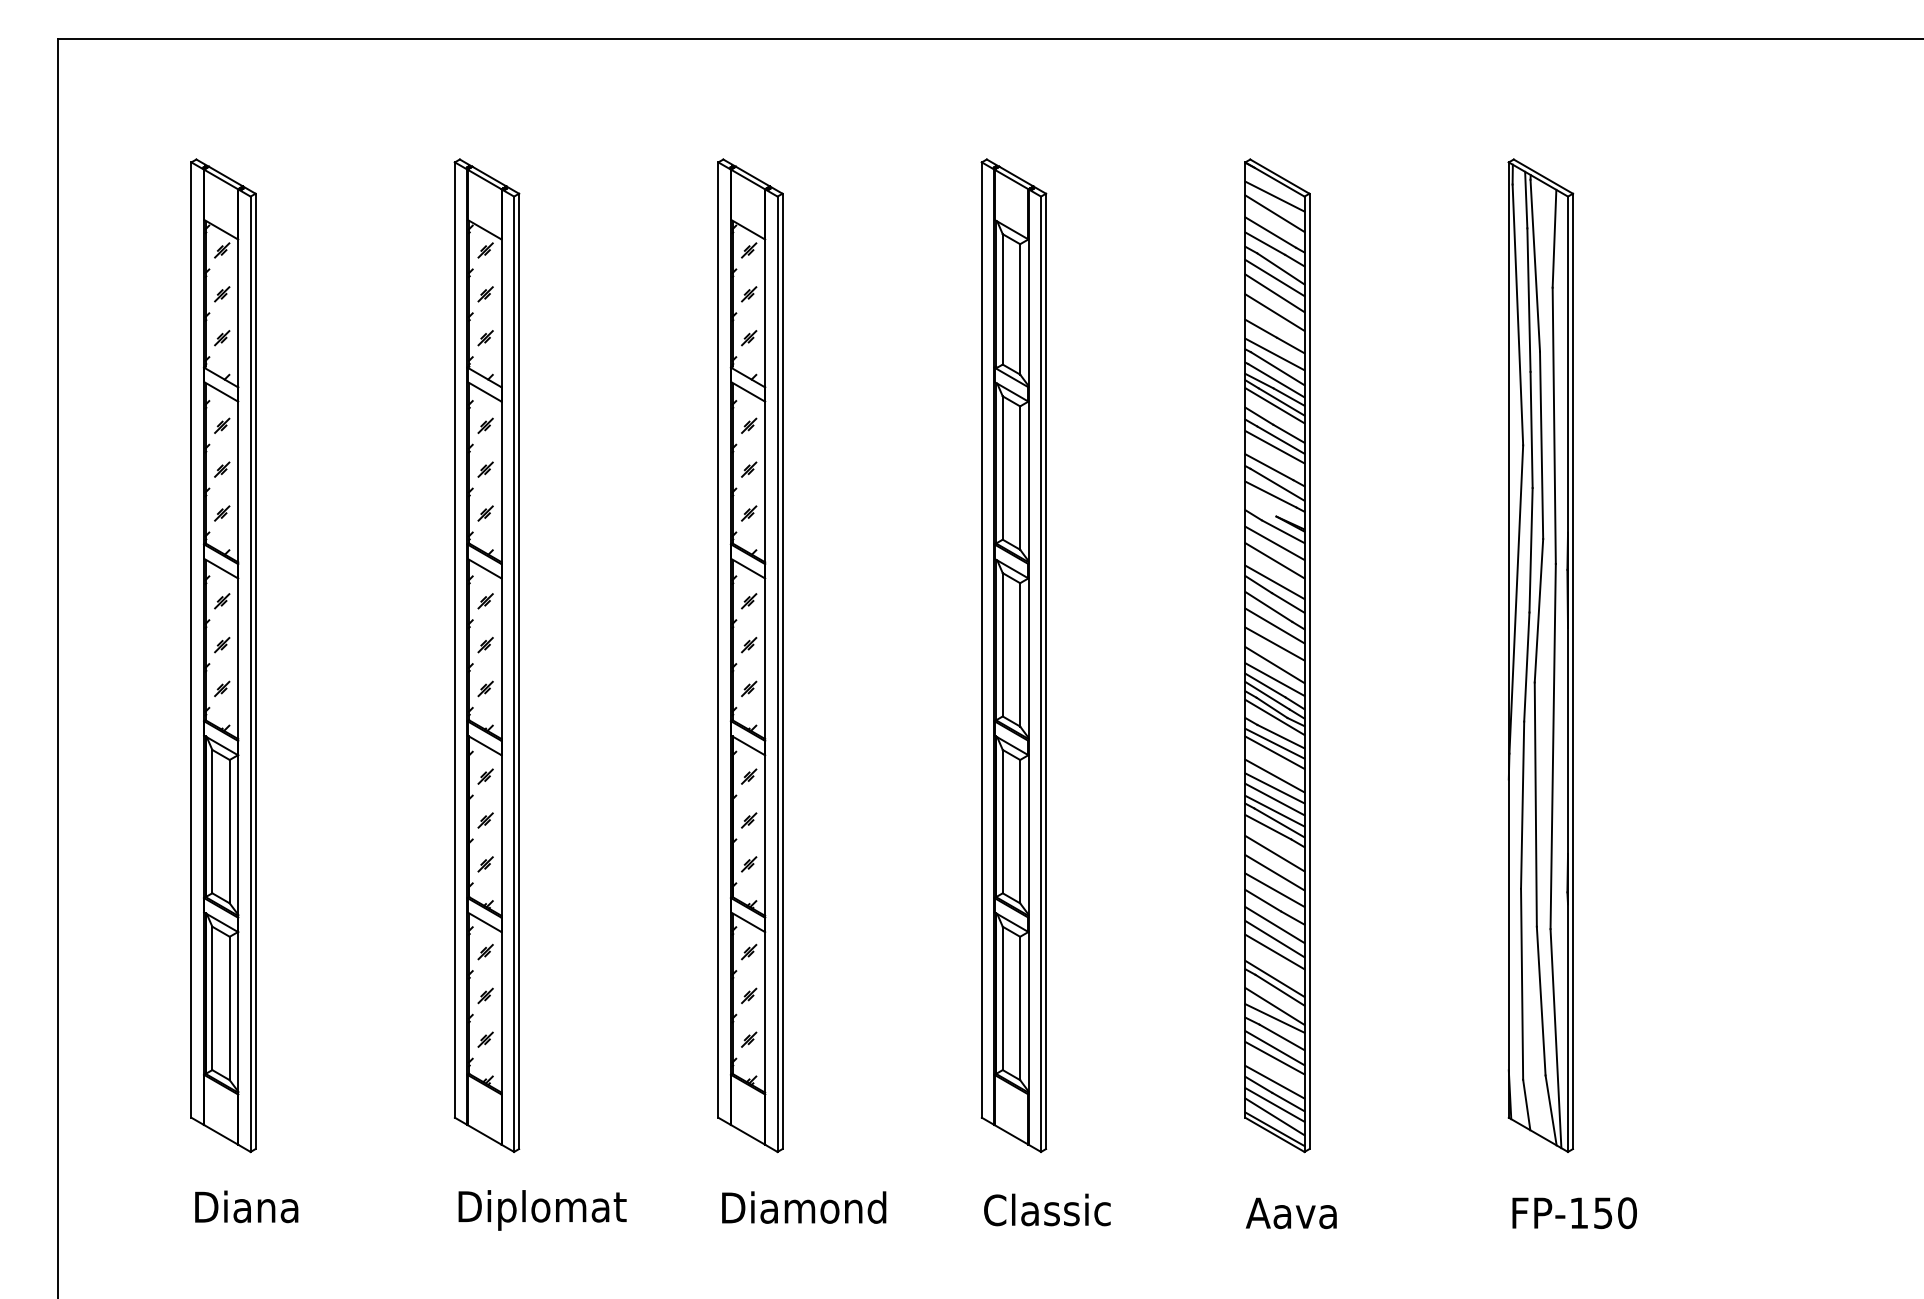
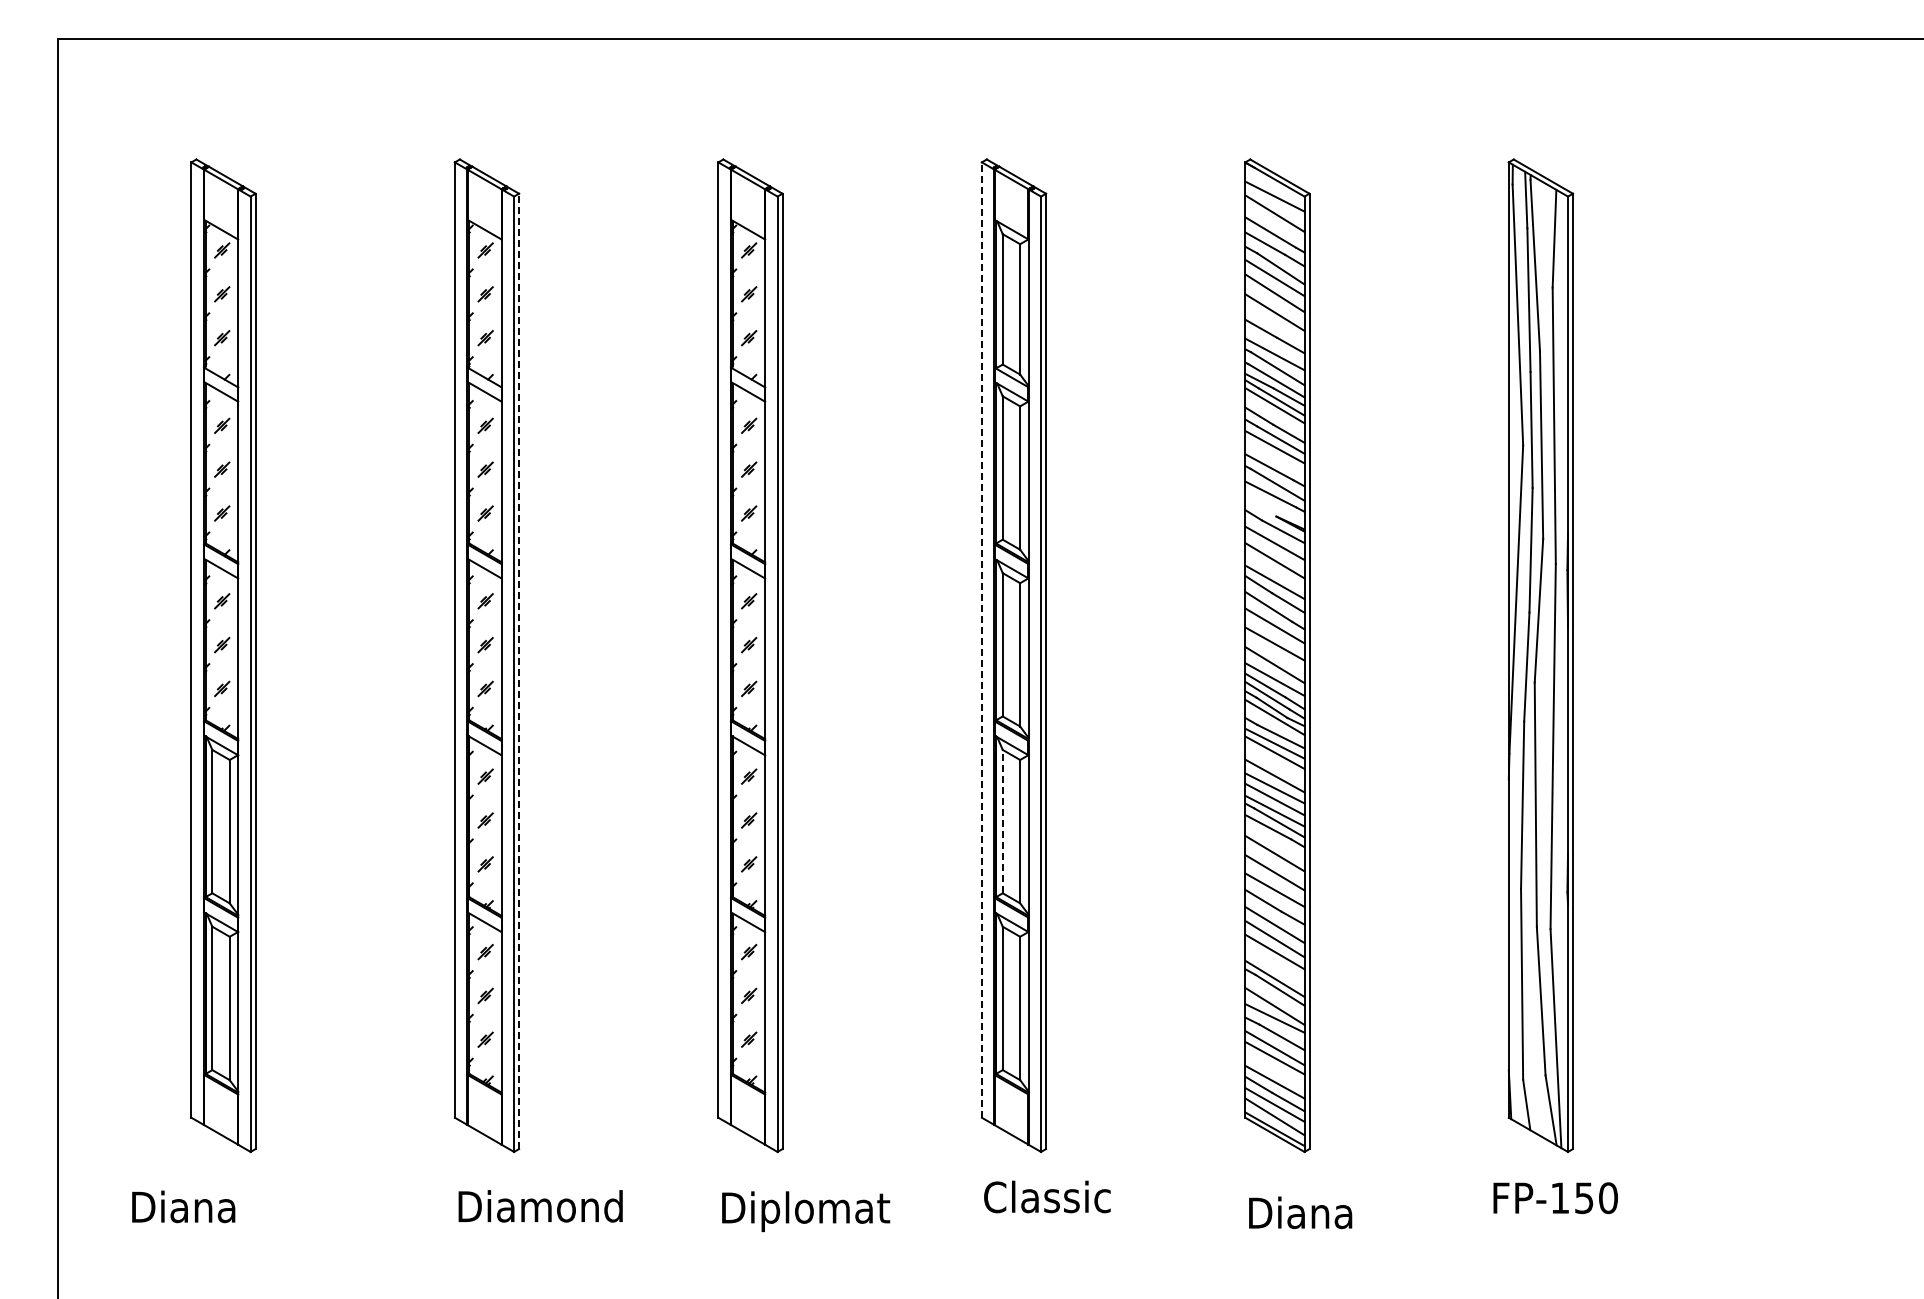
line at (981, 640): solid -> dashed
line at (519, 671): solid -> dashed
line at (1002, 821): solid -> dashed
text at (246, 1206) position: (246, 1206) -> (183, 1206)
text at (1047, 1209) position: (1047, 1209) -> (1047, 1196)
text at (561, 1210): Diplomat -> Diamond
text at (825, 1211): Diamond -> Diplomat
text at (1298, 1212): Aava -> Diana
text at (1574, 1213) position: (1574, 1213) -> (1555, 1198)
